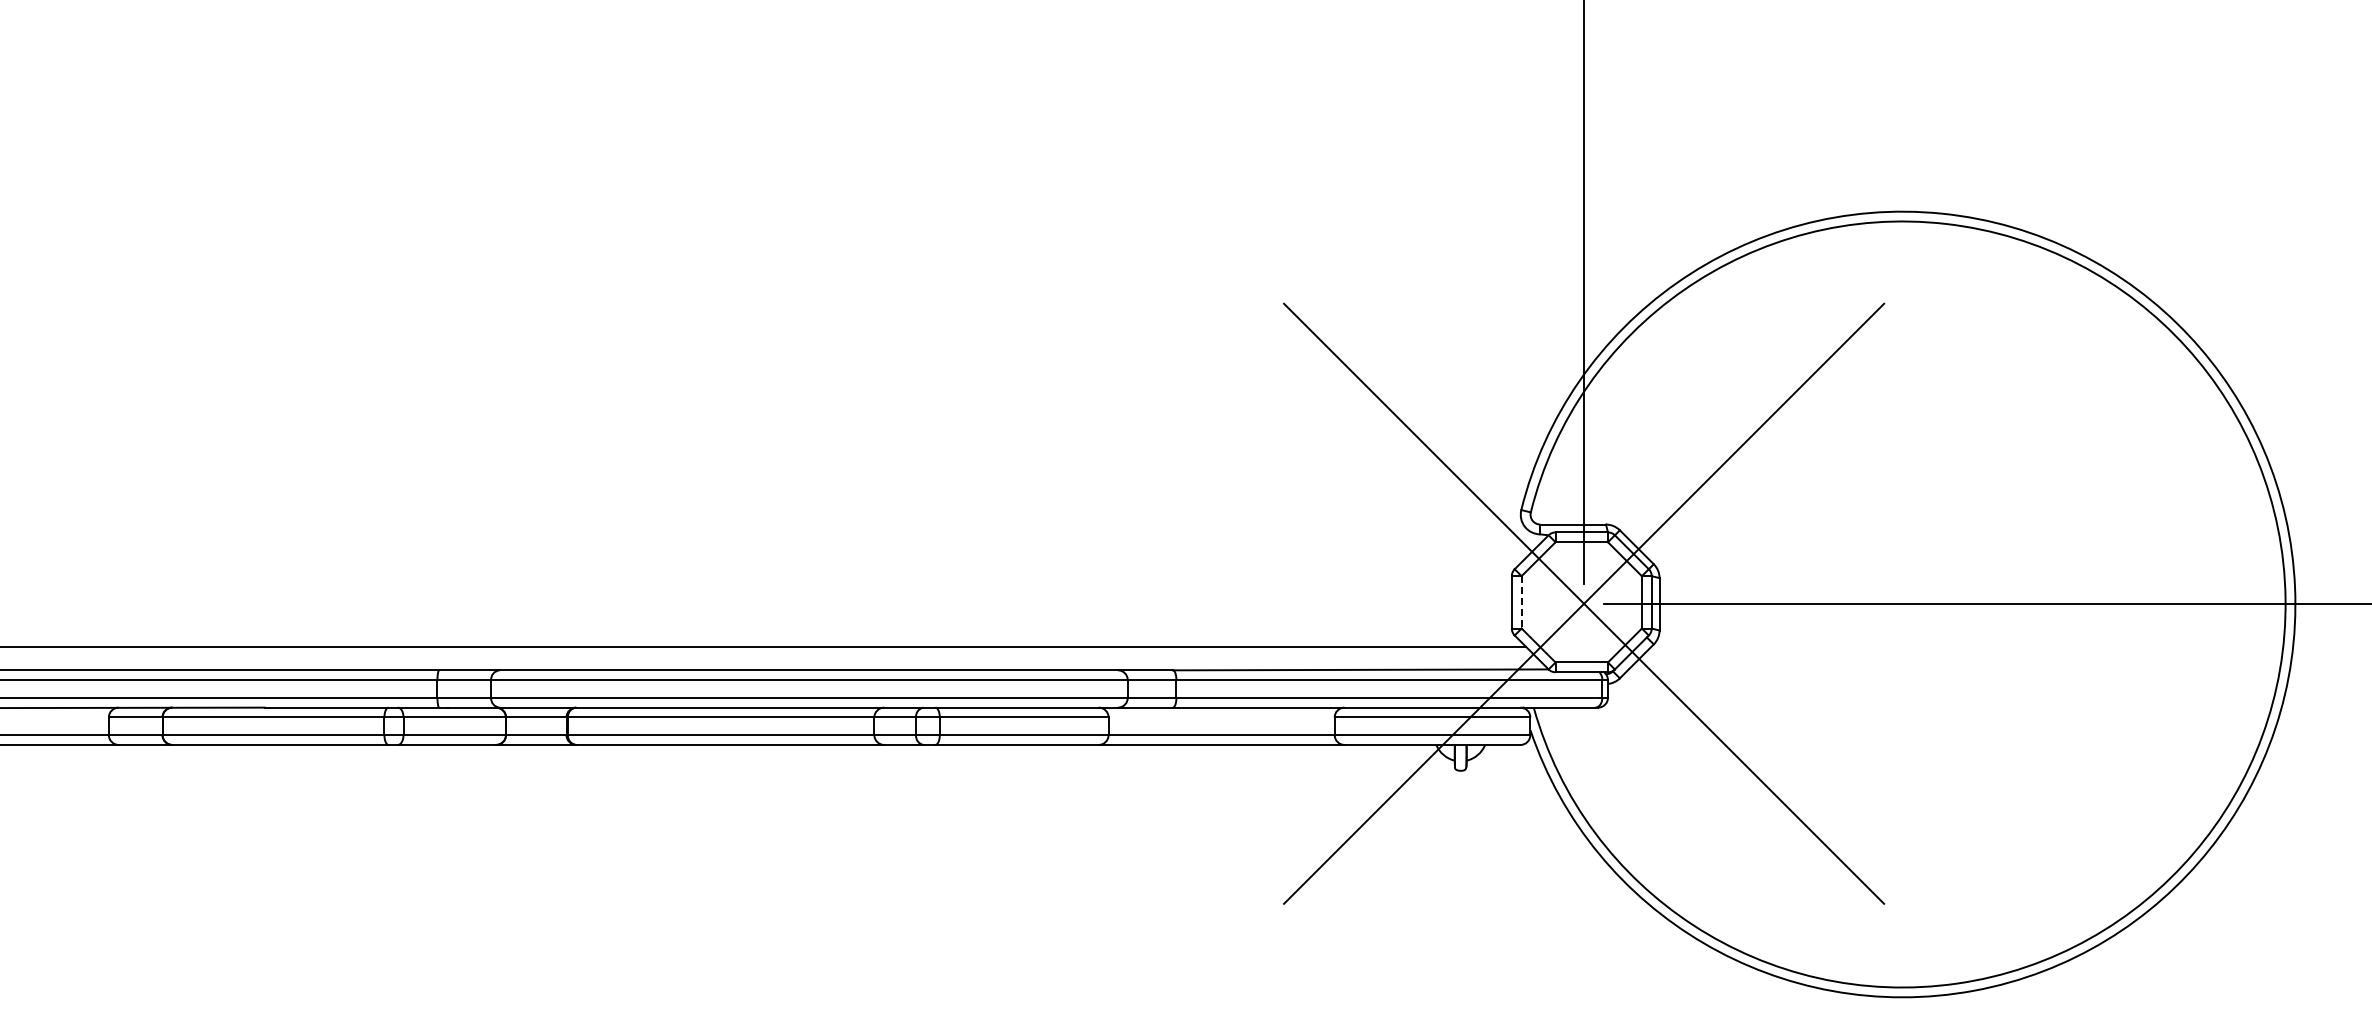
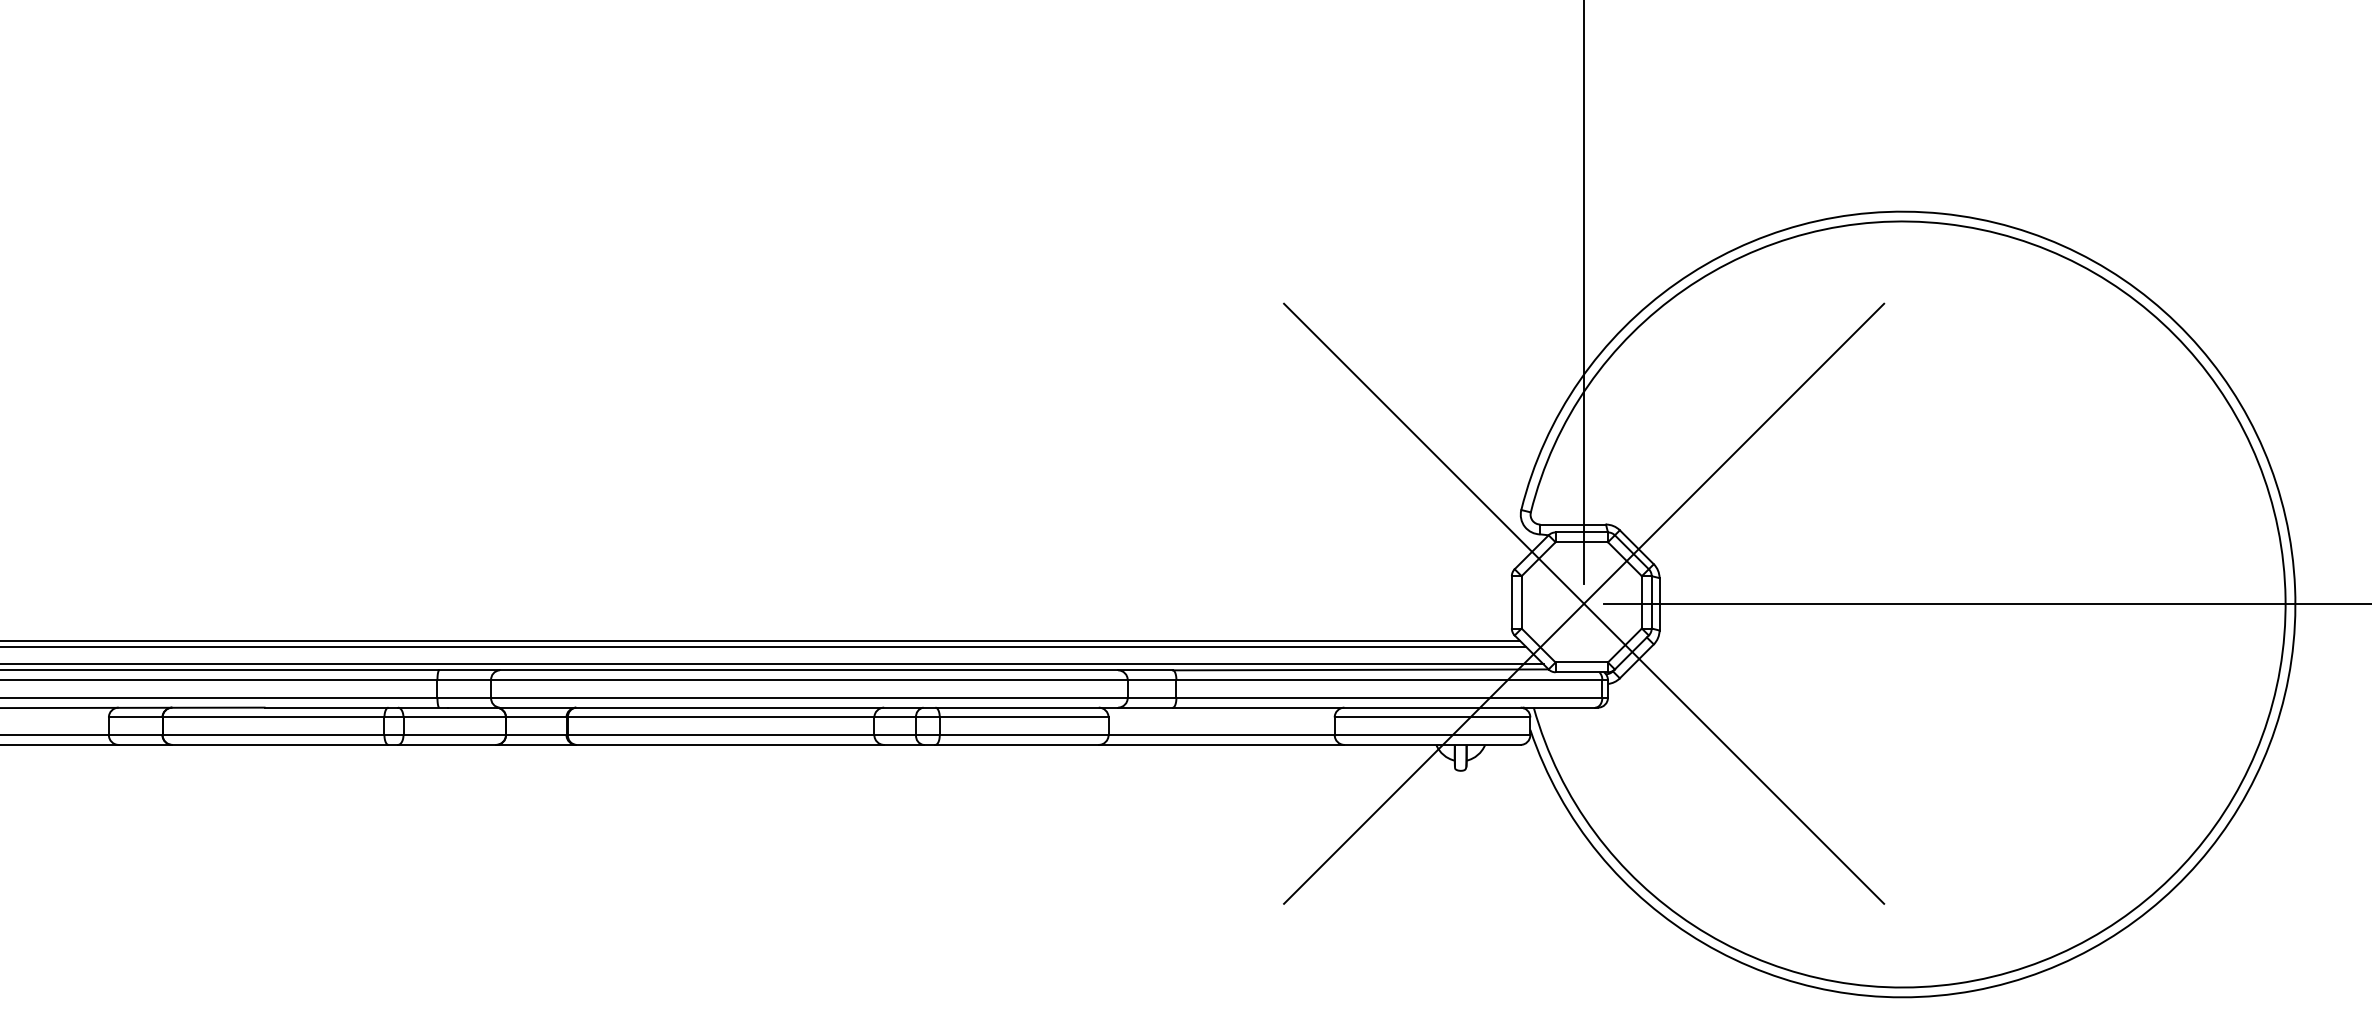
line at (1521, 602): dashed -> solid
line at (761, 640): none -> present
line at (772, 664): none -> present
